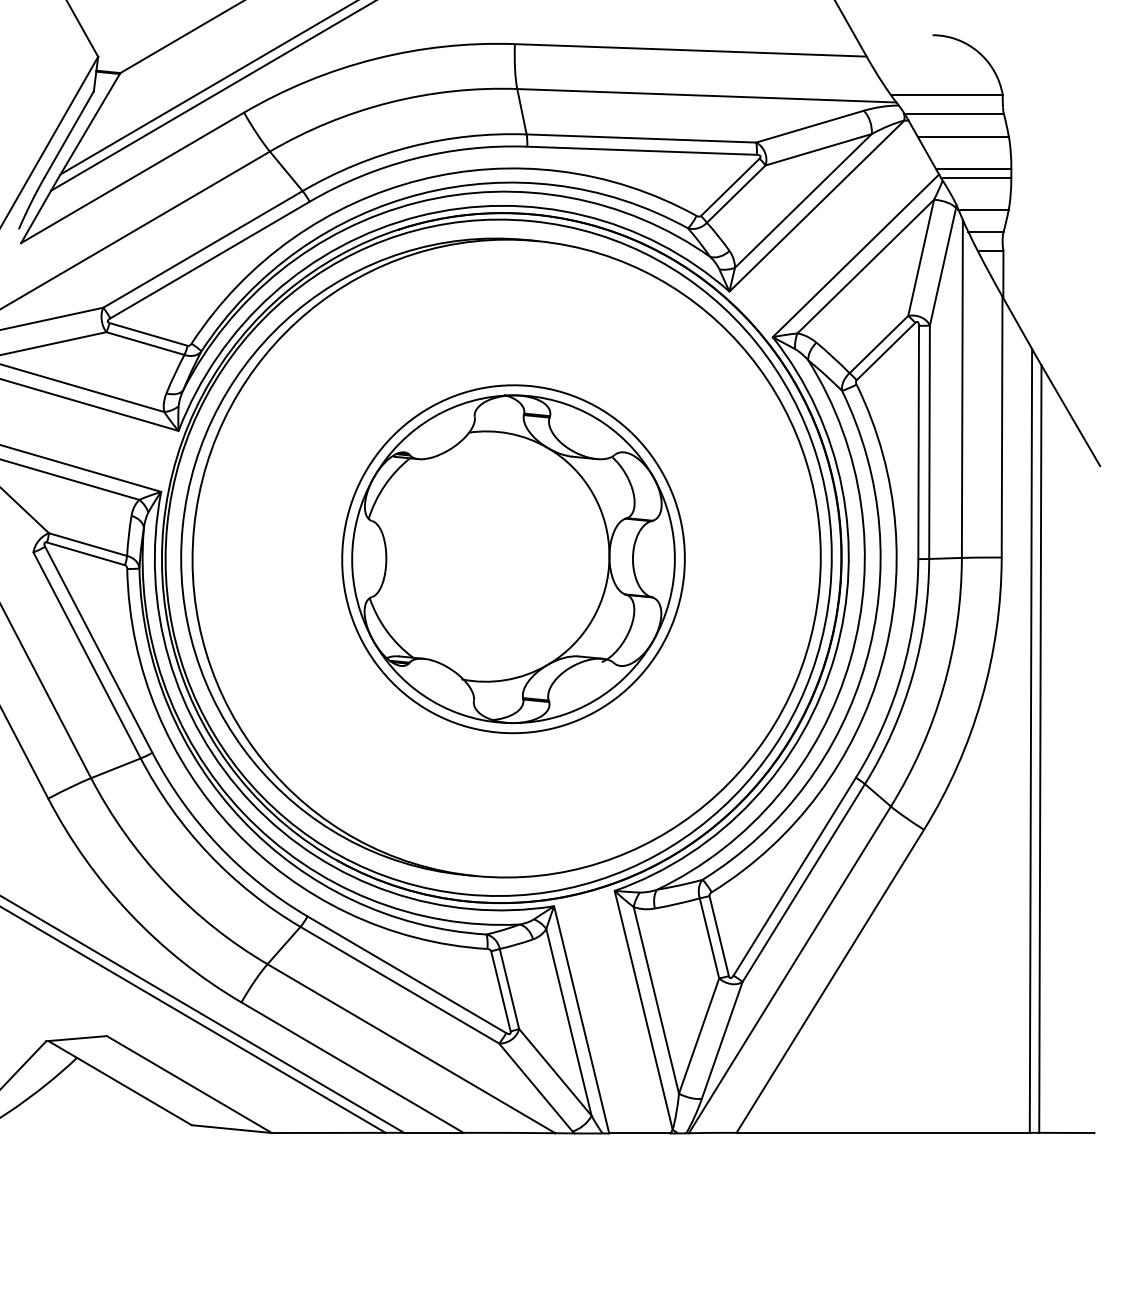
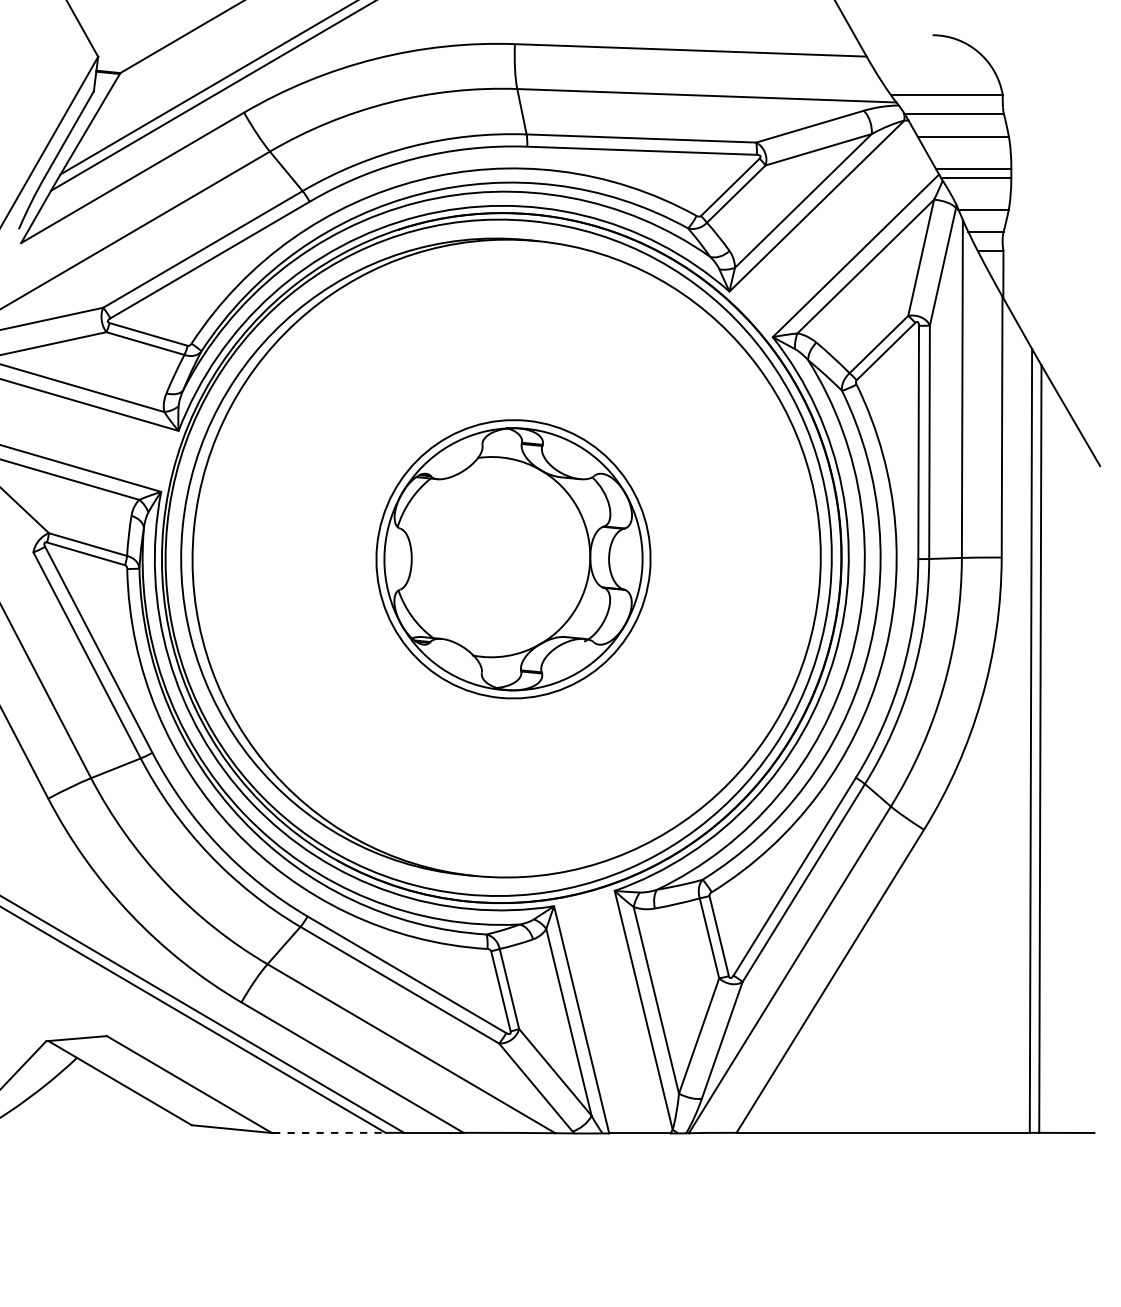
part at (513, 559) size: 345x351 px -> 277x281 px
line at (329, 1132): solid -> dashed
